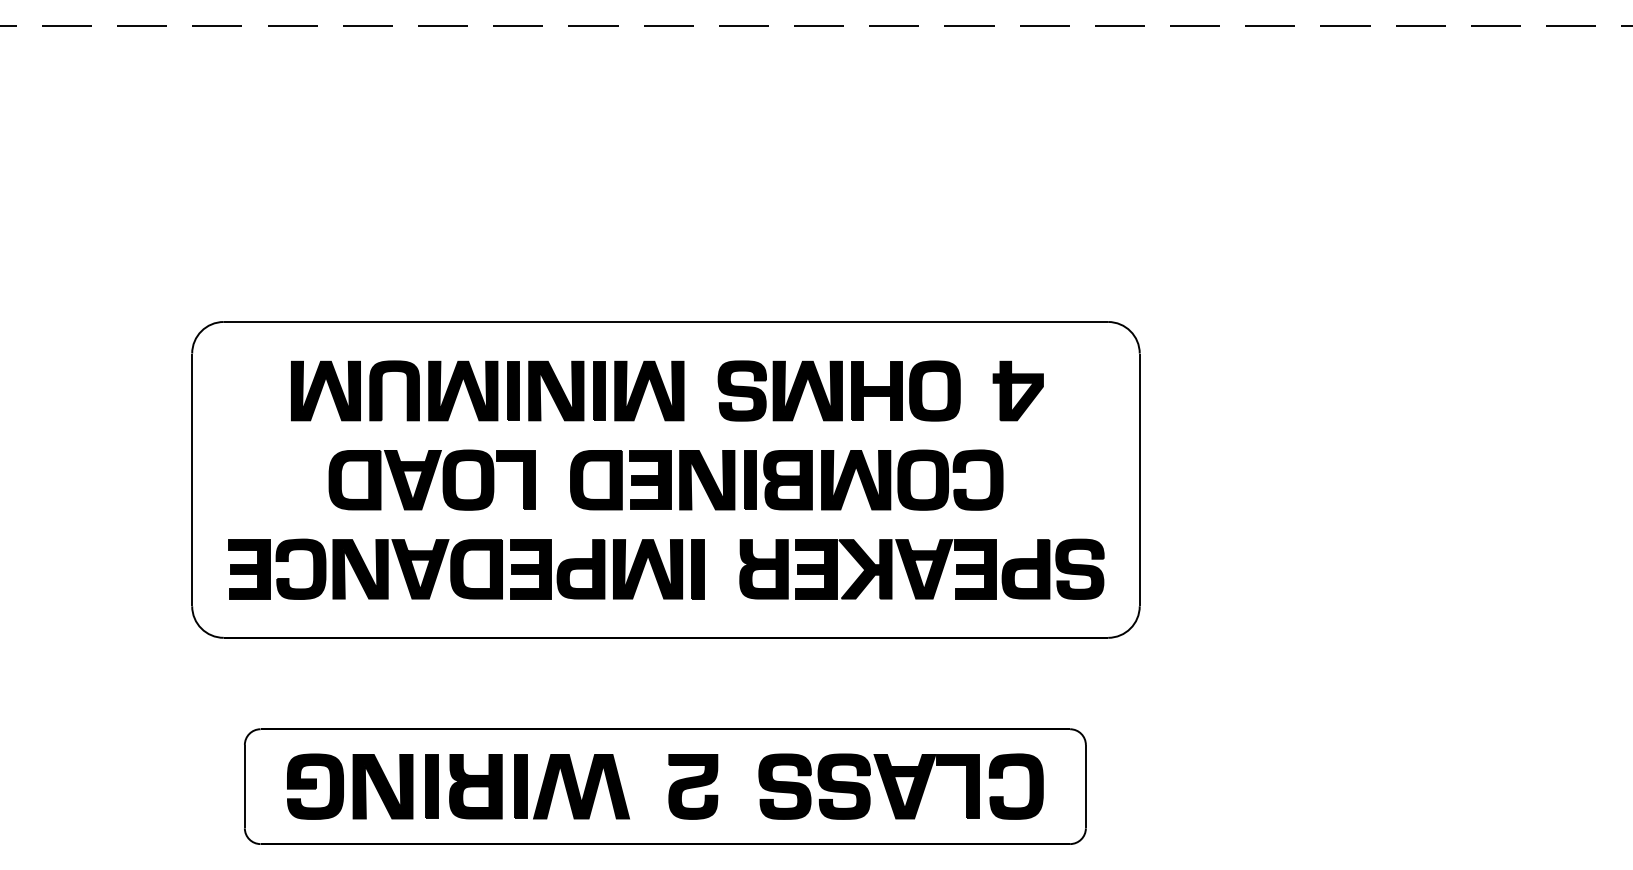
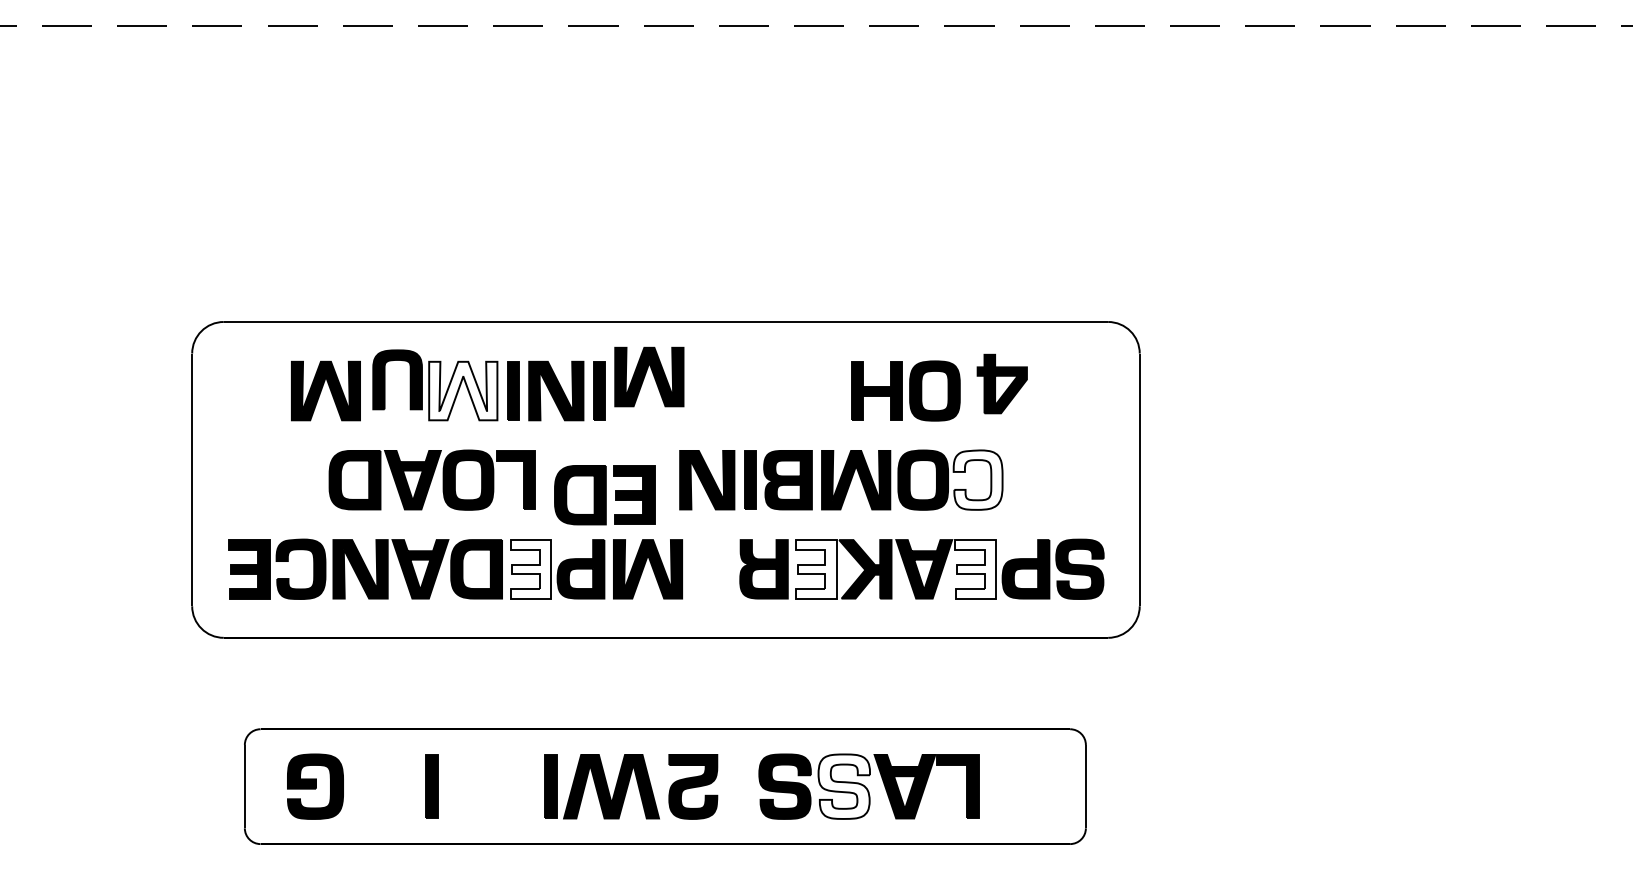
part at (382, 390) position: (382, 390) -> (385, 379)
fill at (463, 390): present -> none
part at (649, 390) position: (649, 390) -> (649, 376)
part at (779, 390): present -> none
part at (1017, 390) position: (1017, 390) -> (1001, 383)
fill at (977, 479): present -> none
part at (620, 480) position: (620, 480) -> (604, 495)
fill at (530, 569): present -> none
part at (697, 569): present -> none
fill at (816, 569): present -> none
fill at (975, 569): present -> none
part at (382, 786): present -> none
part at (475, 786): present -> none
part at (571, 786) position: (571, 786) -> (601, 786)
fill at (844, 786): present -> none
part at (1029, 786): present -> none
